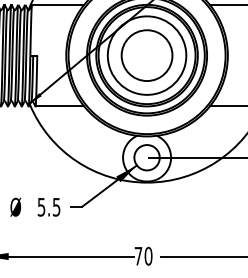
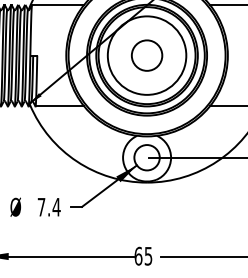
circle at (146, 55) diameter: 51 px -> 30 px
text at (48, 207): 5.5 -> 7.4
text at (143, 255): 70 -> 65
